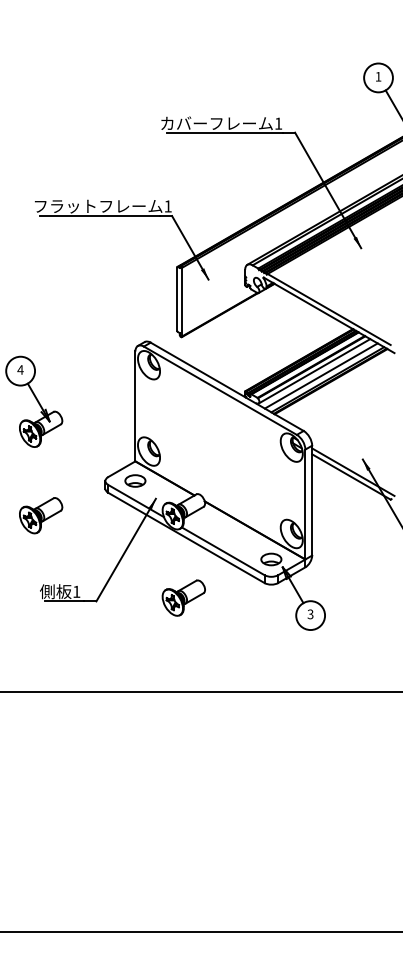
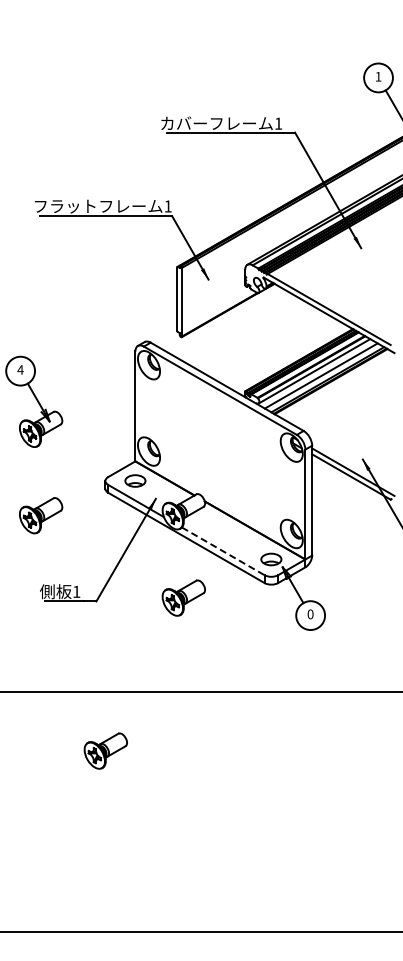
line at (223, 551): solid -> dashed
text at (310, 614): 3 -> 0
part at (105, 750): none -> present
